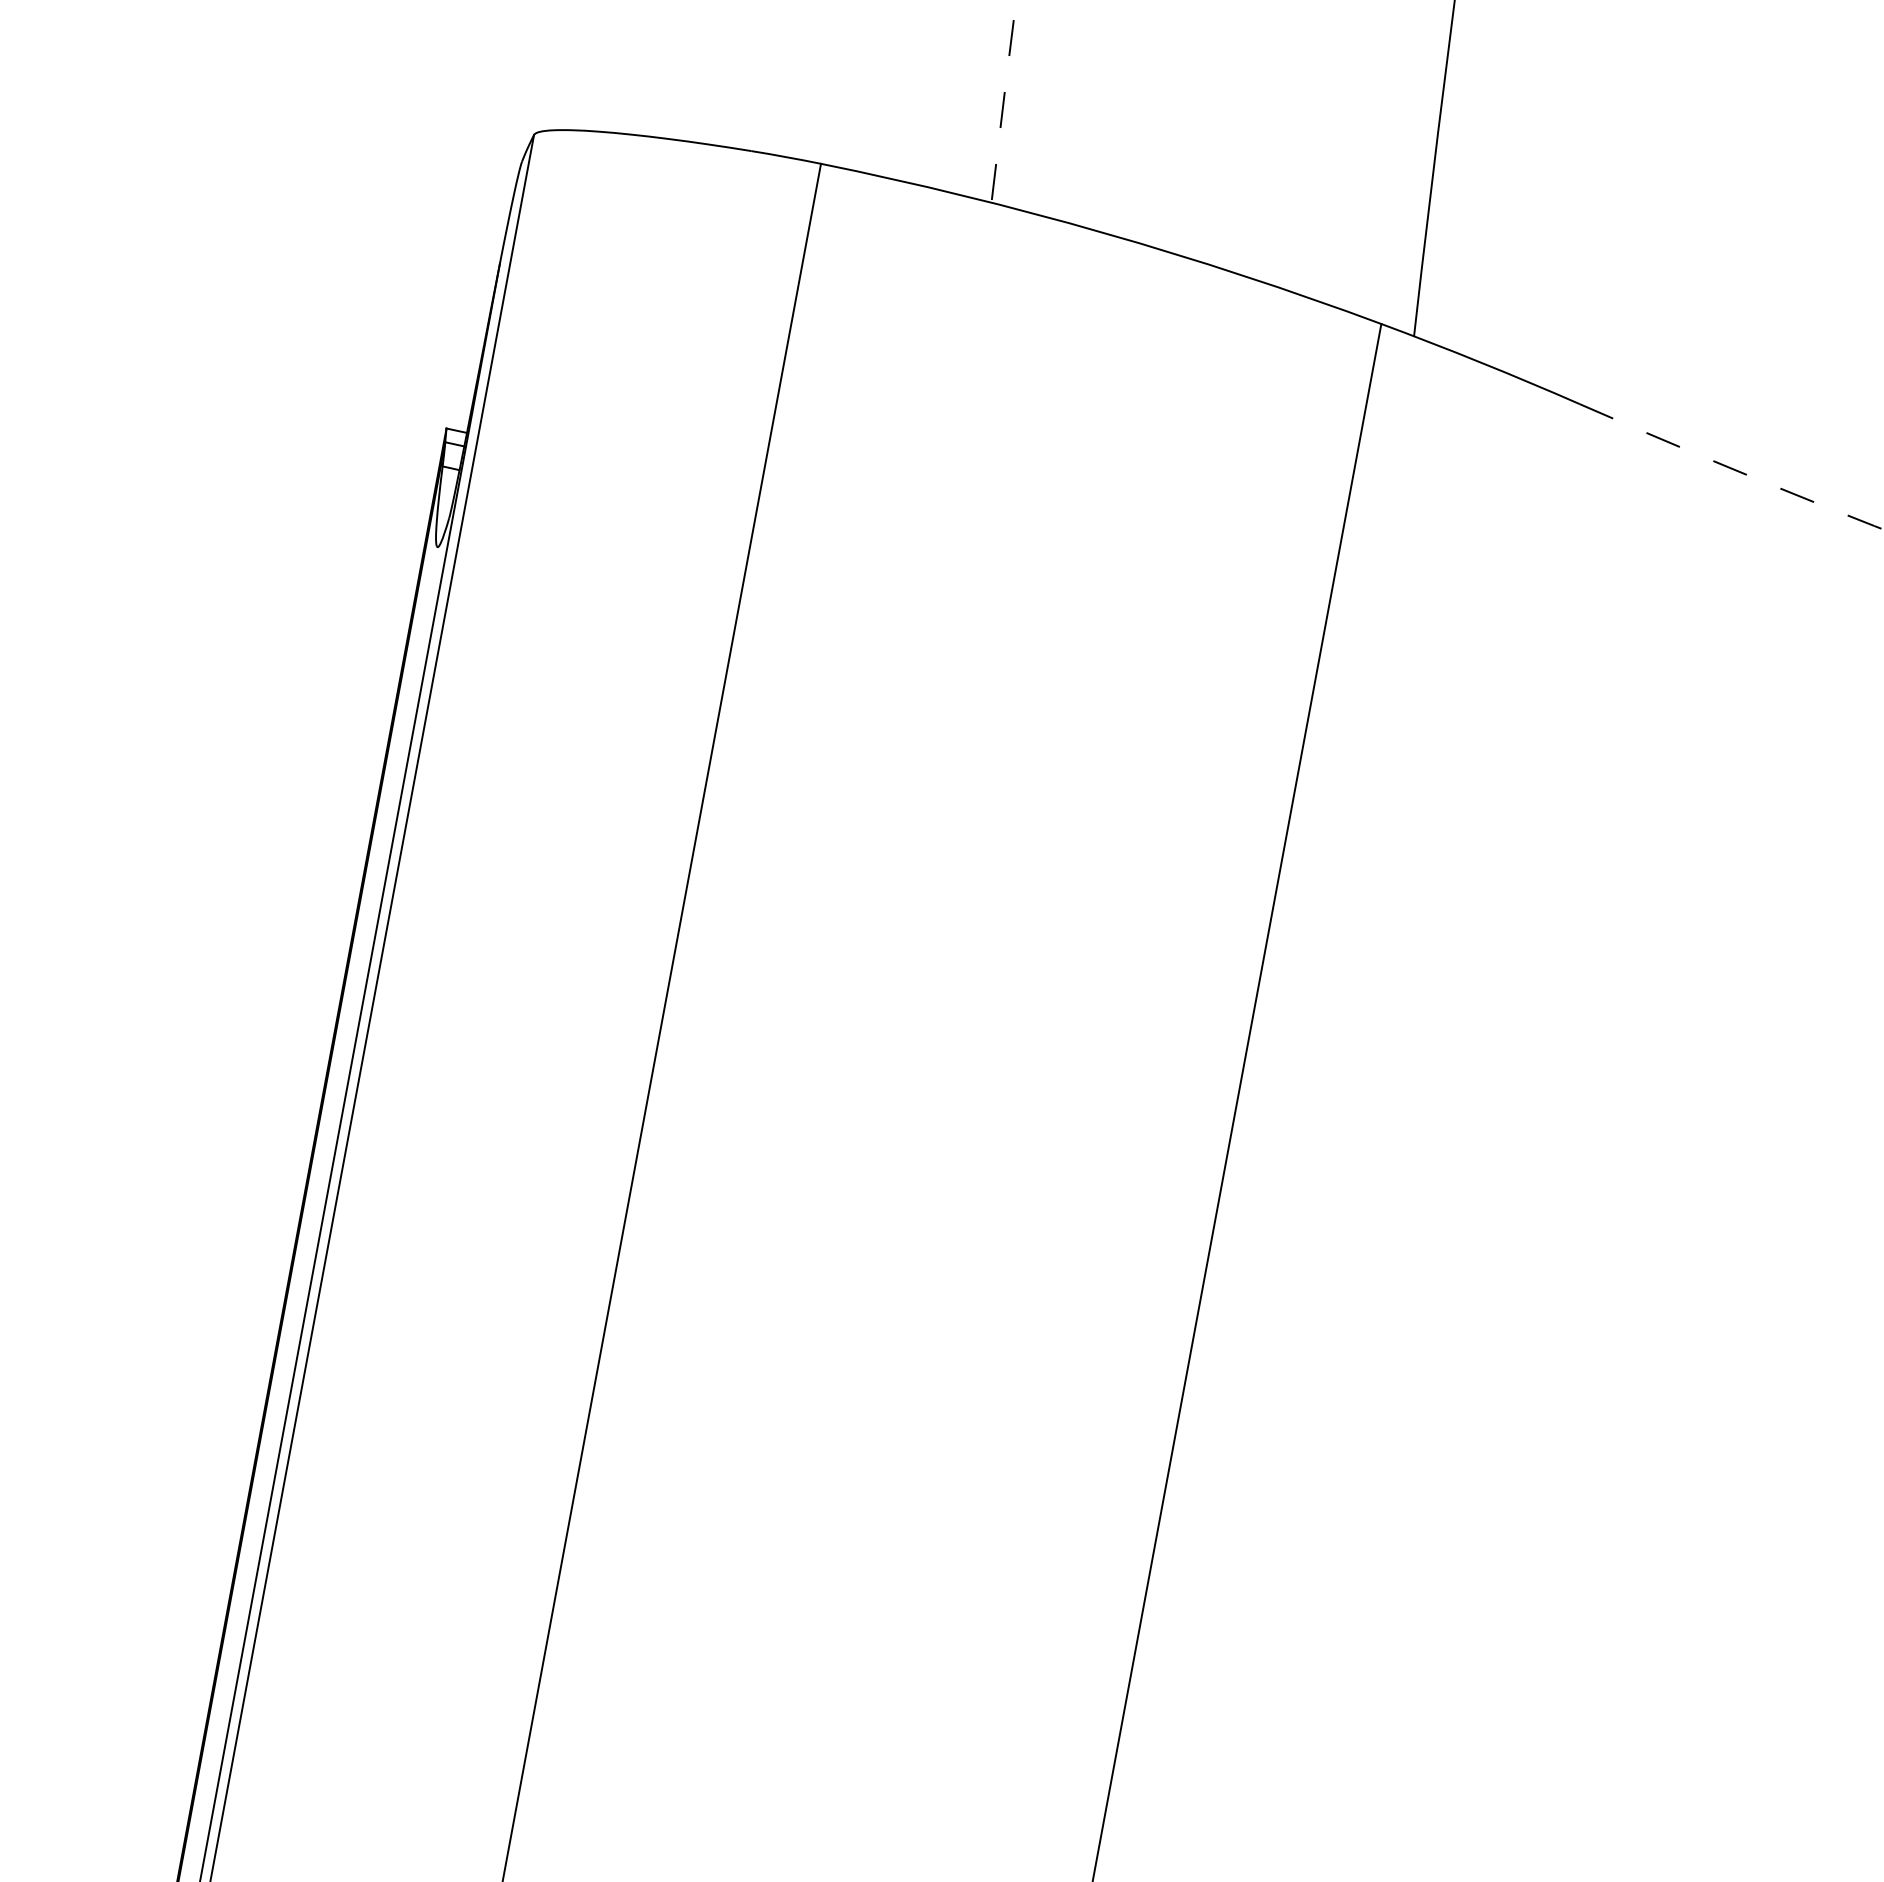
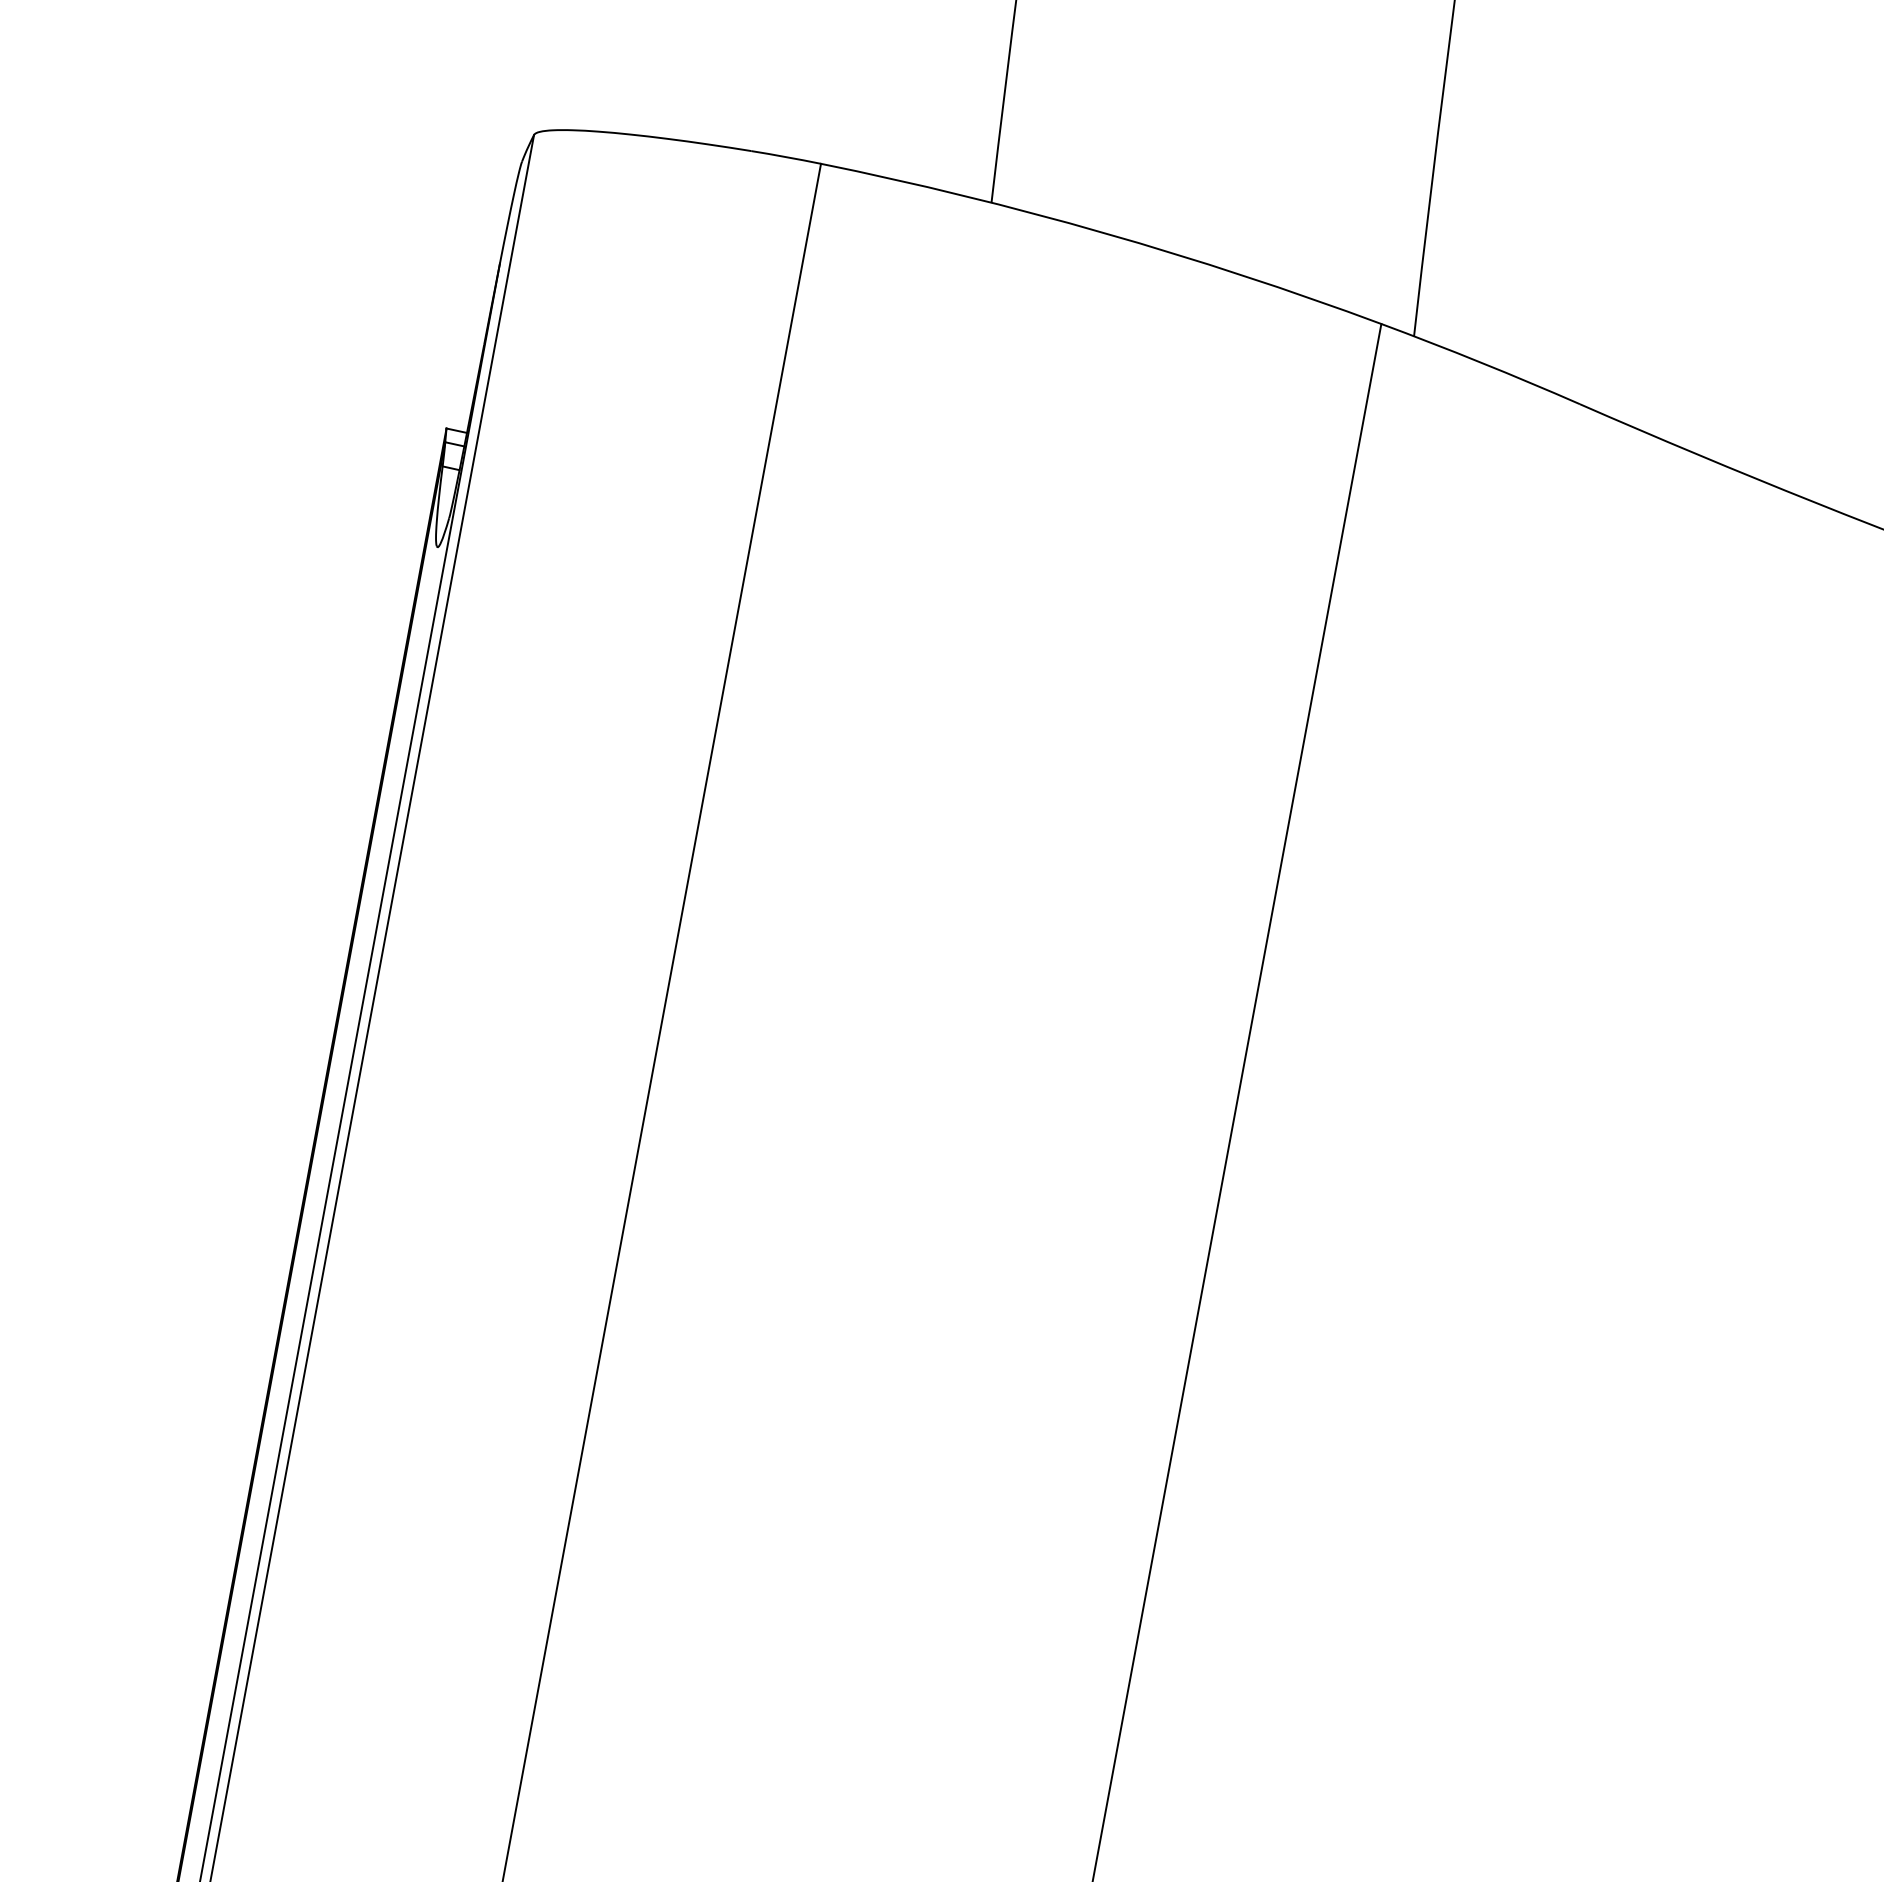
arc at (1003, 101): dashed -> solid
arc at (1732, 468): dashed -> solid
